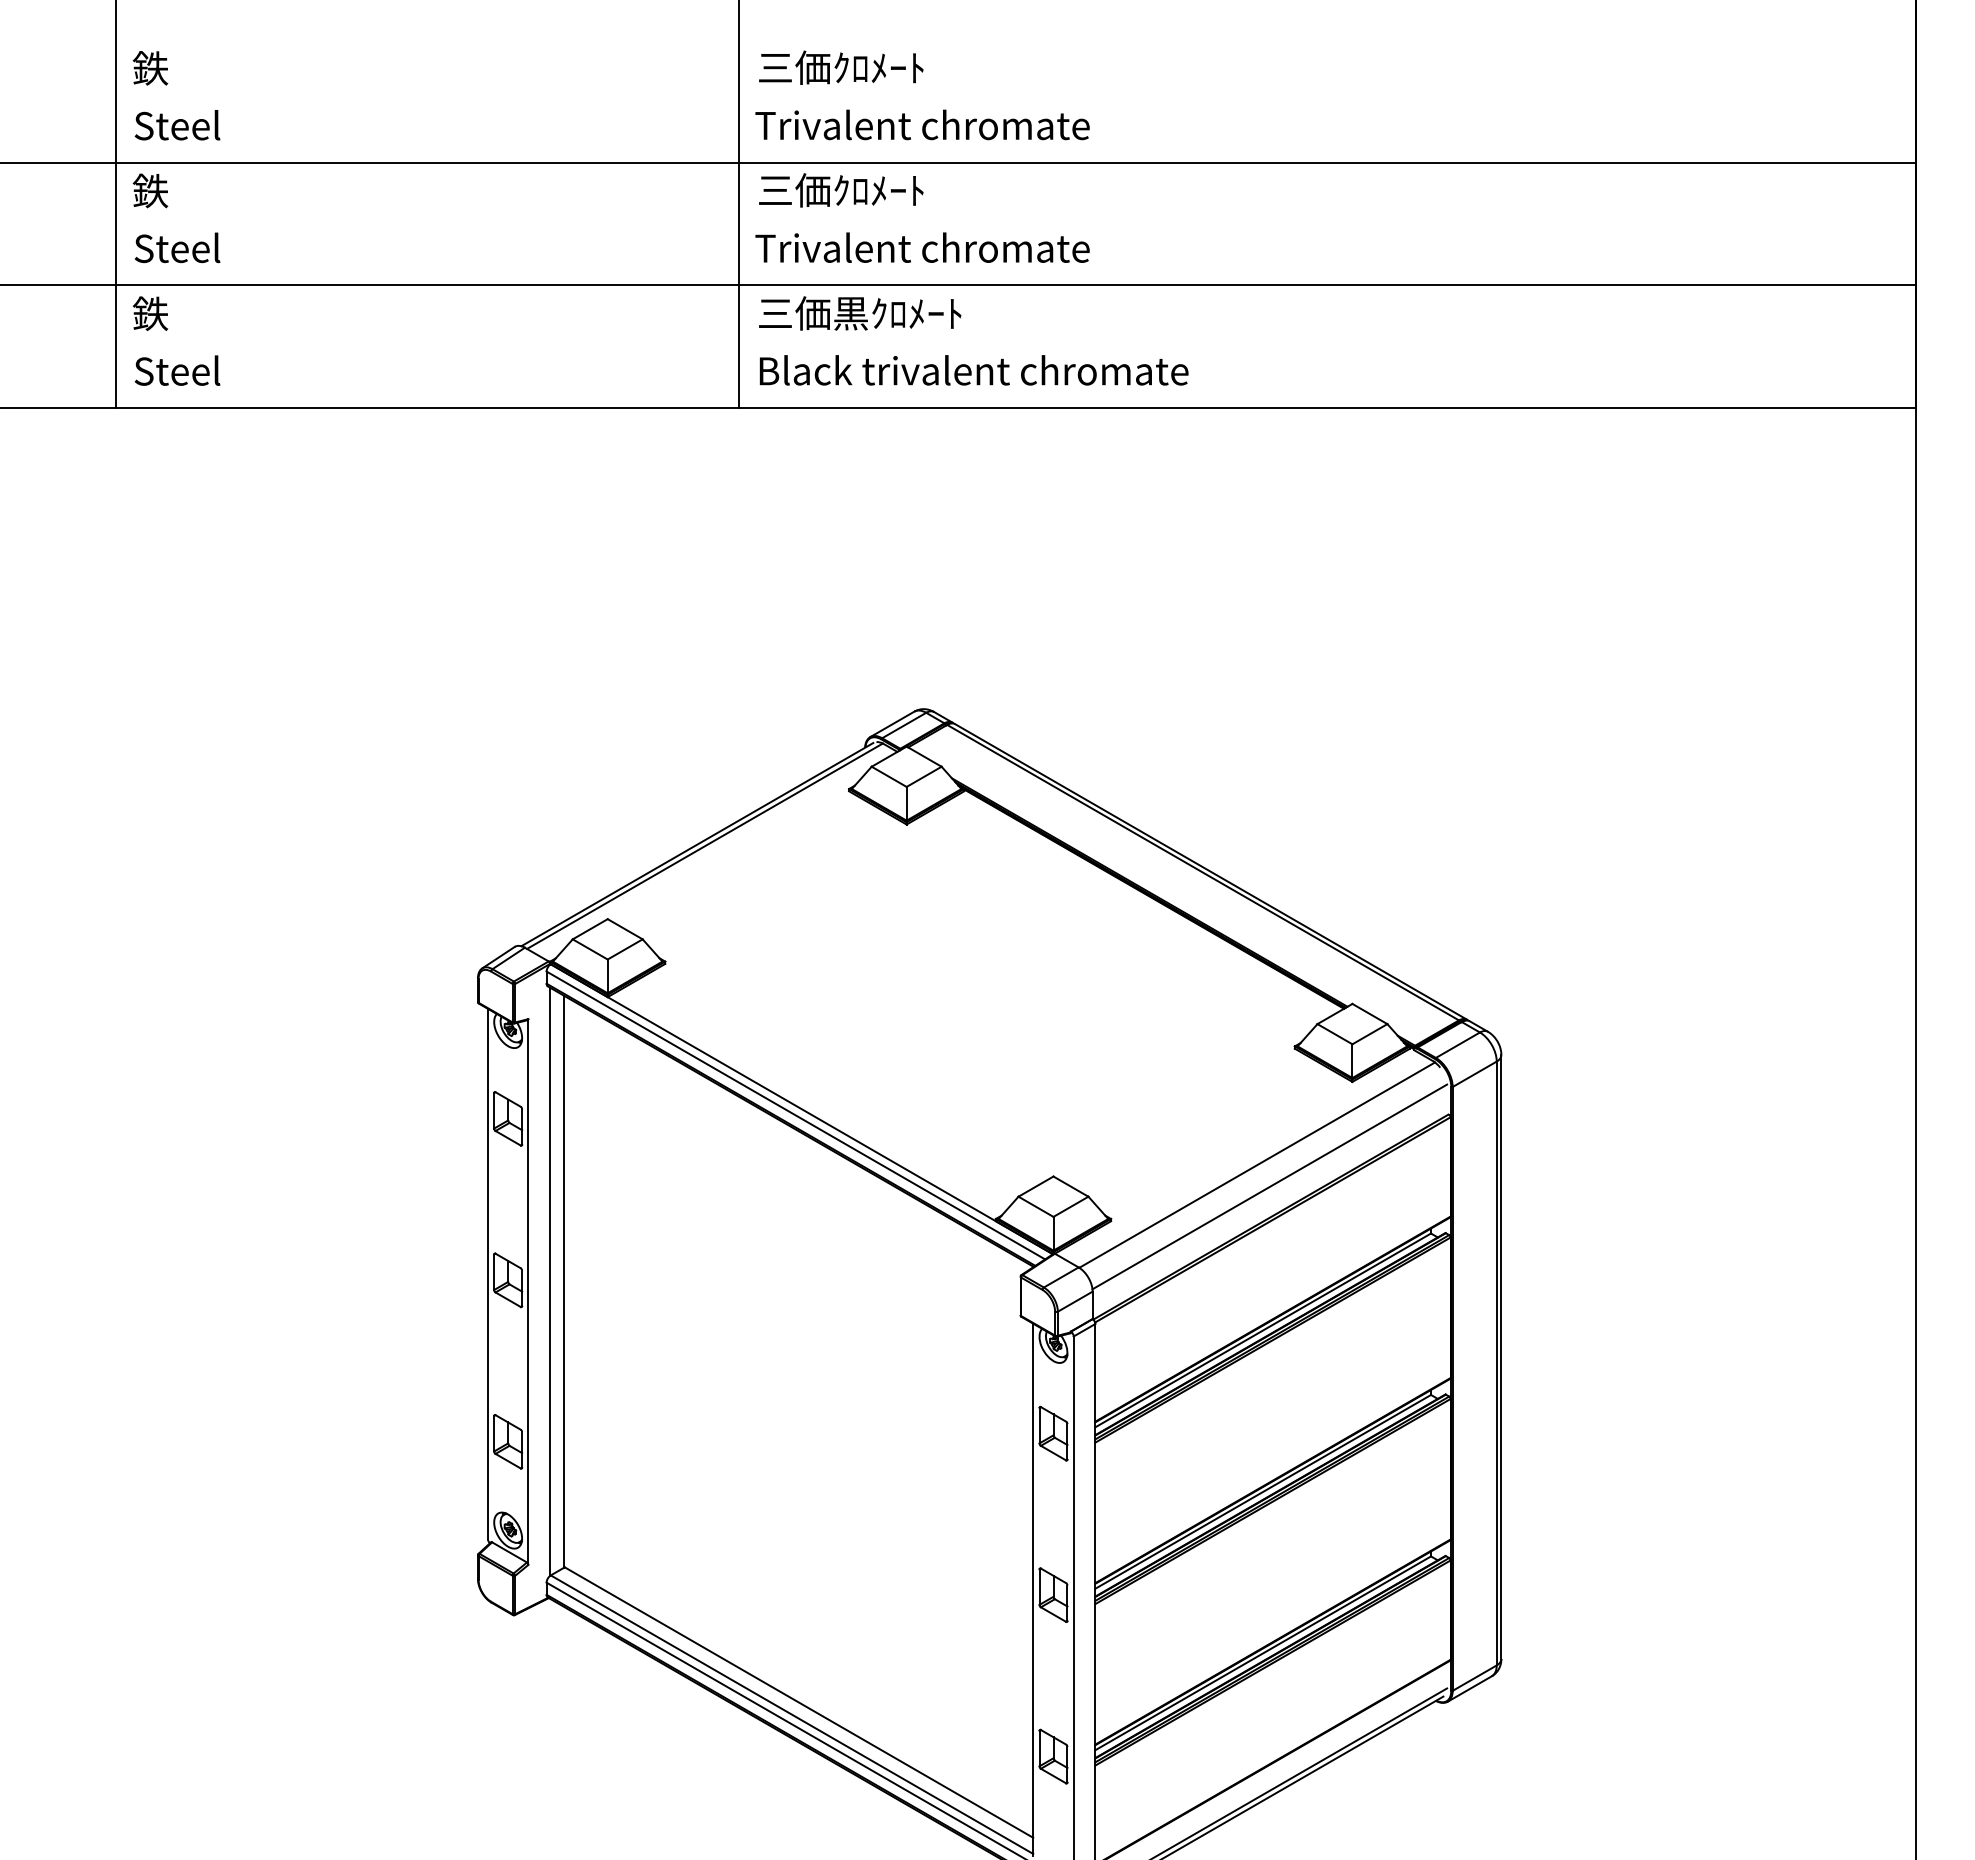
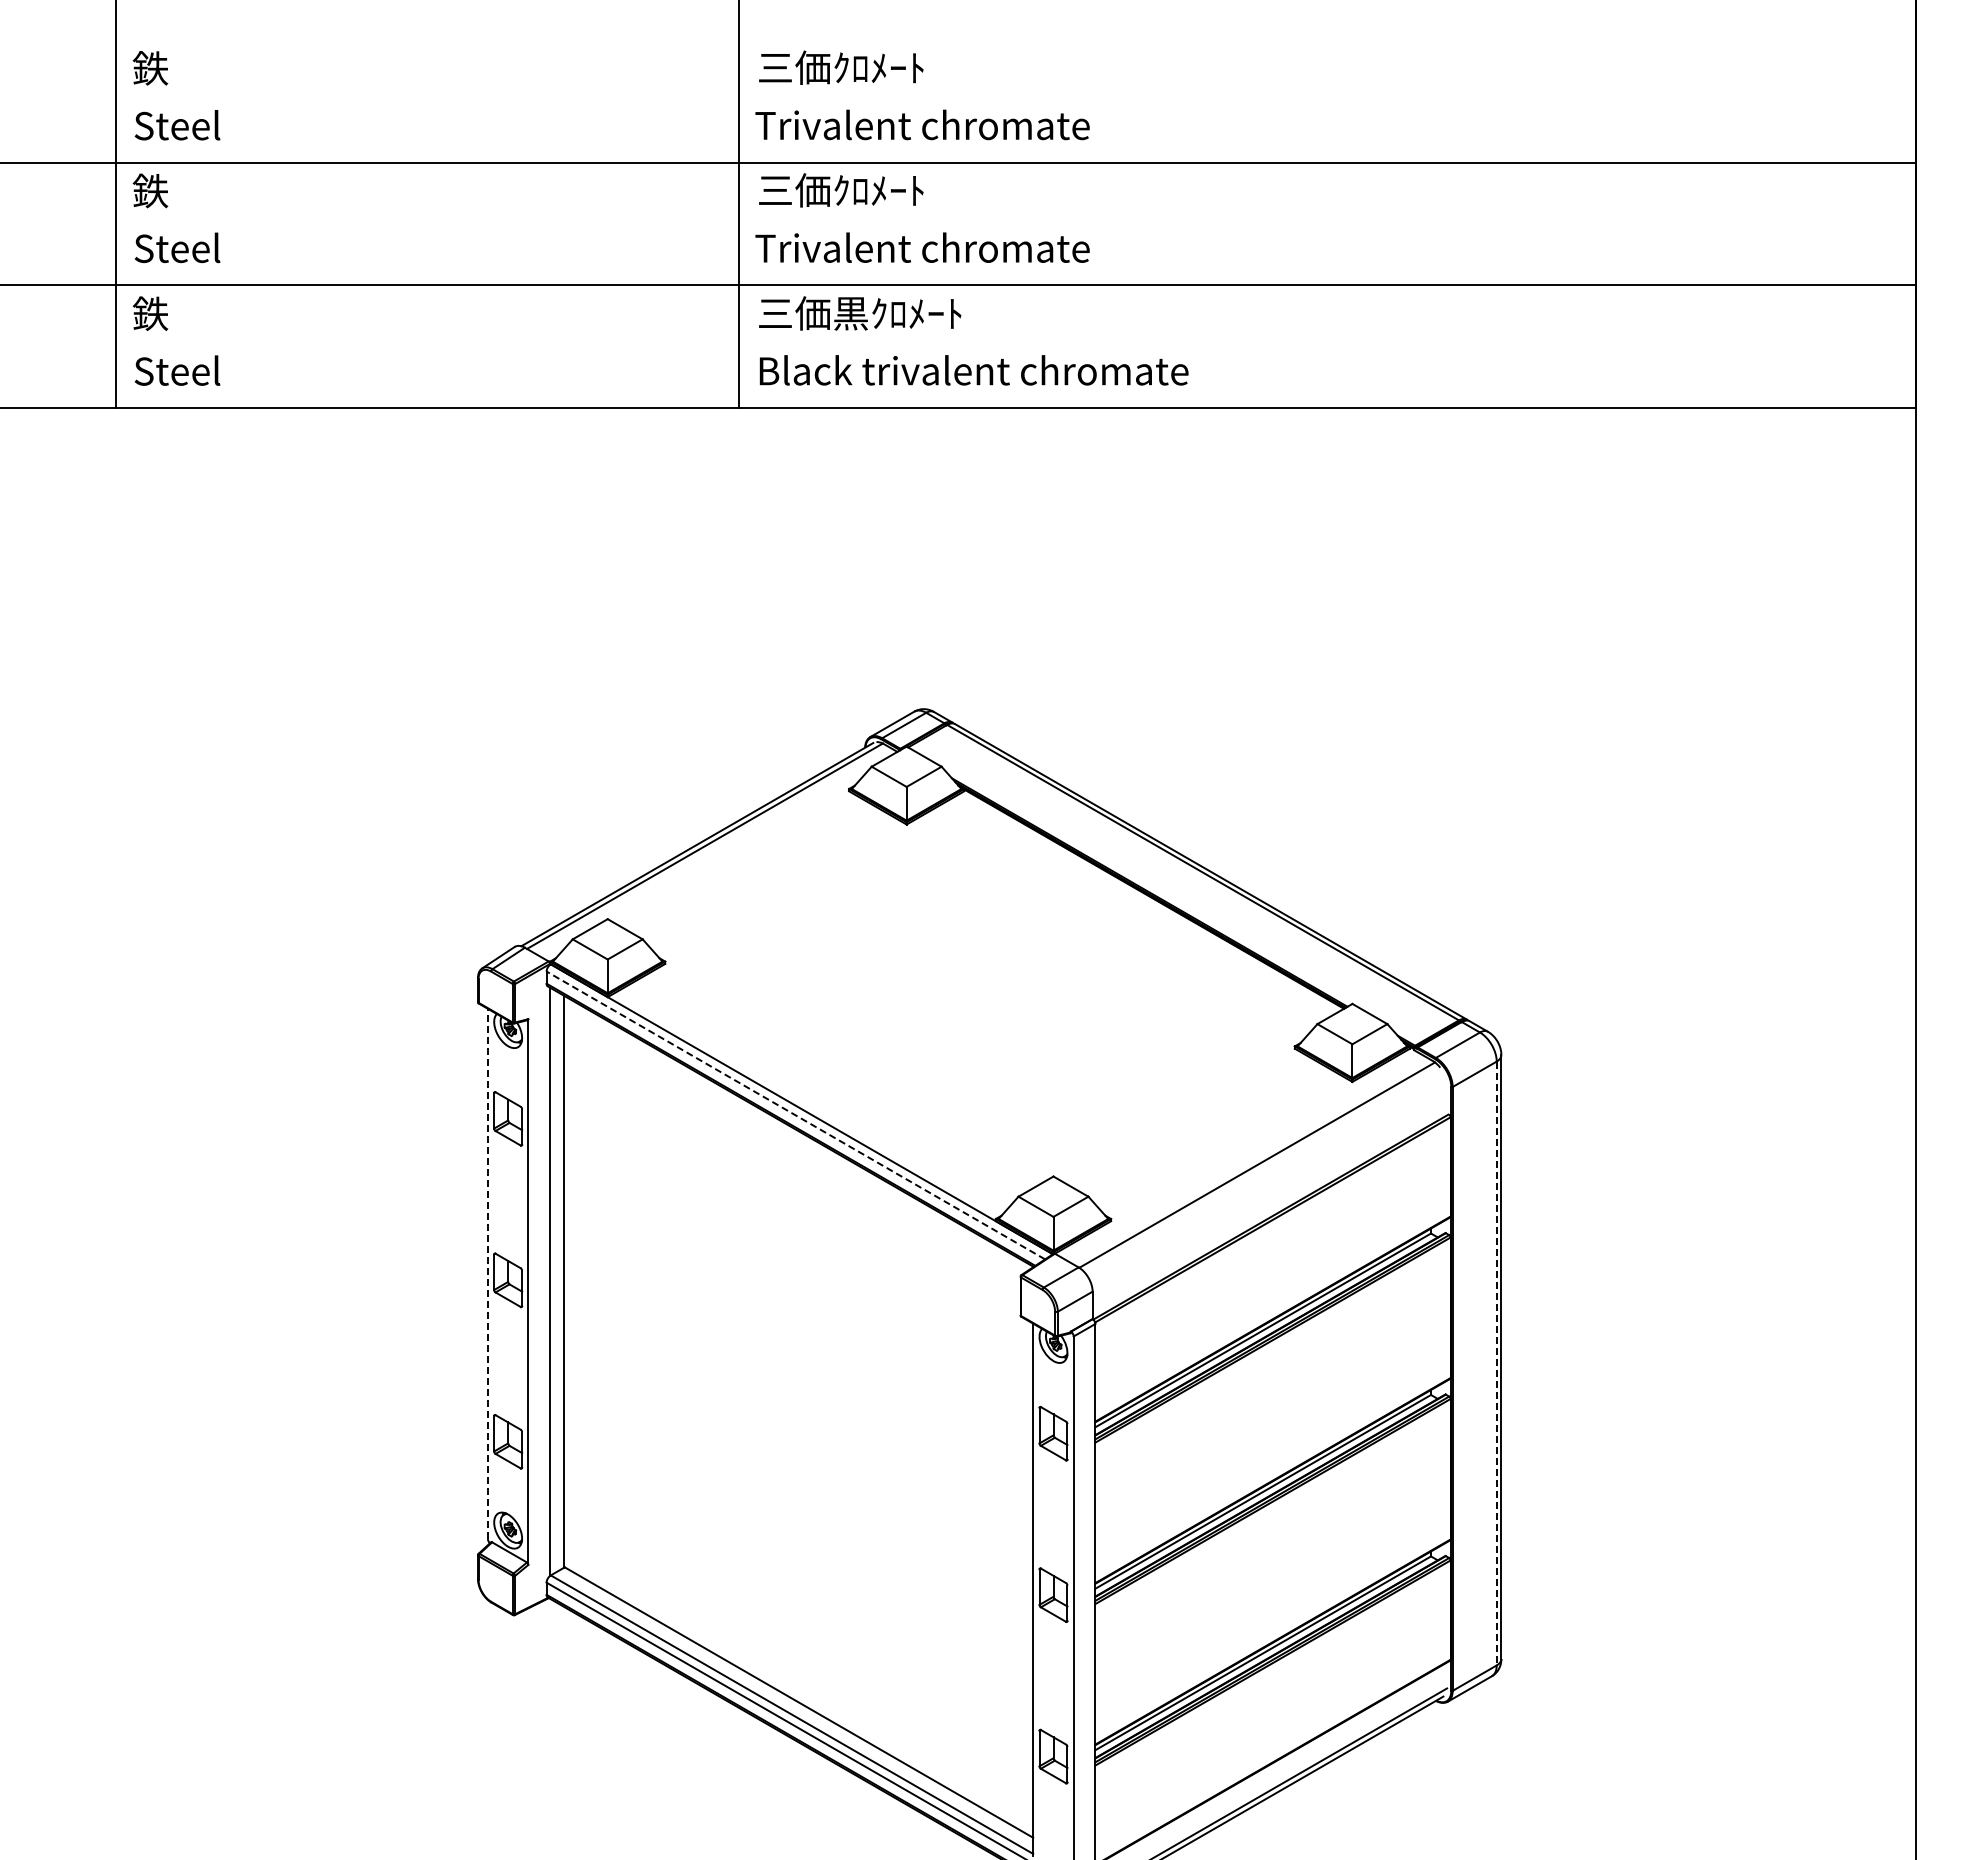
line at (795, 1115): solid -> dashed
line at (1269, 1186): present -> none
line at (487, 1273): solid -> dashed
line at (1496, 1363): solid -> dashed
